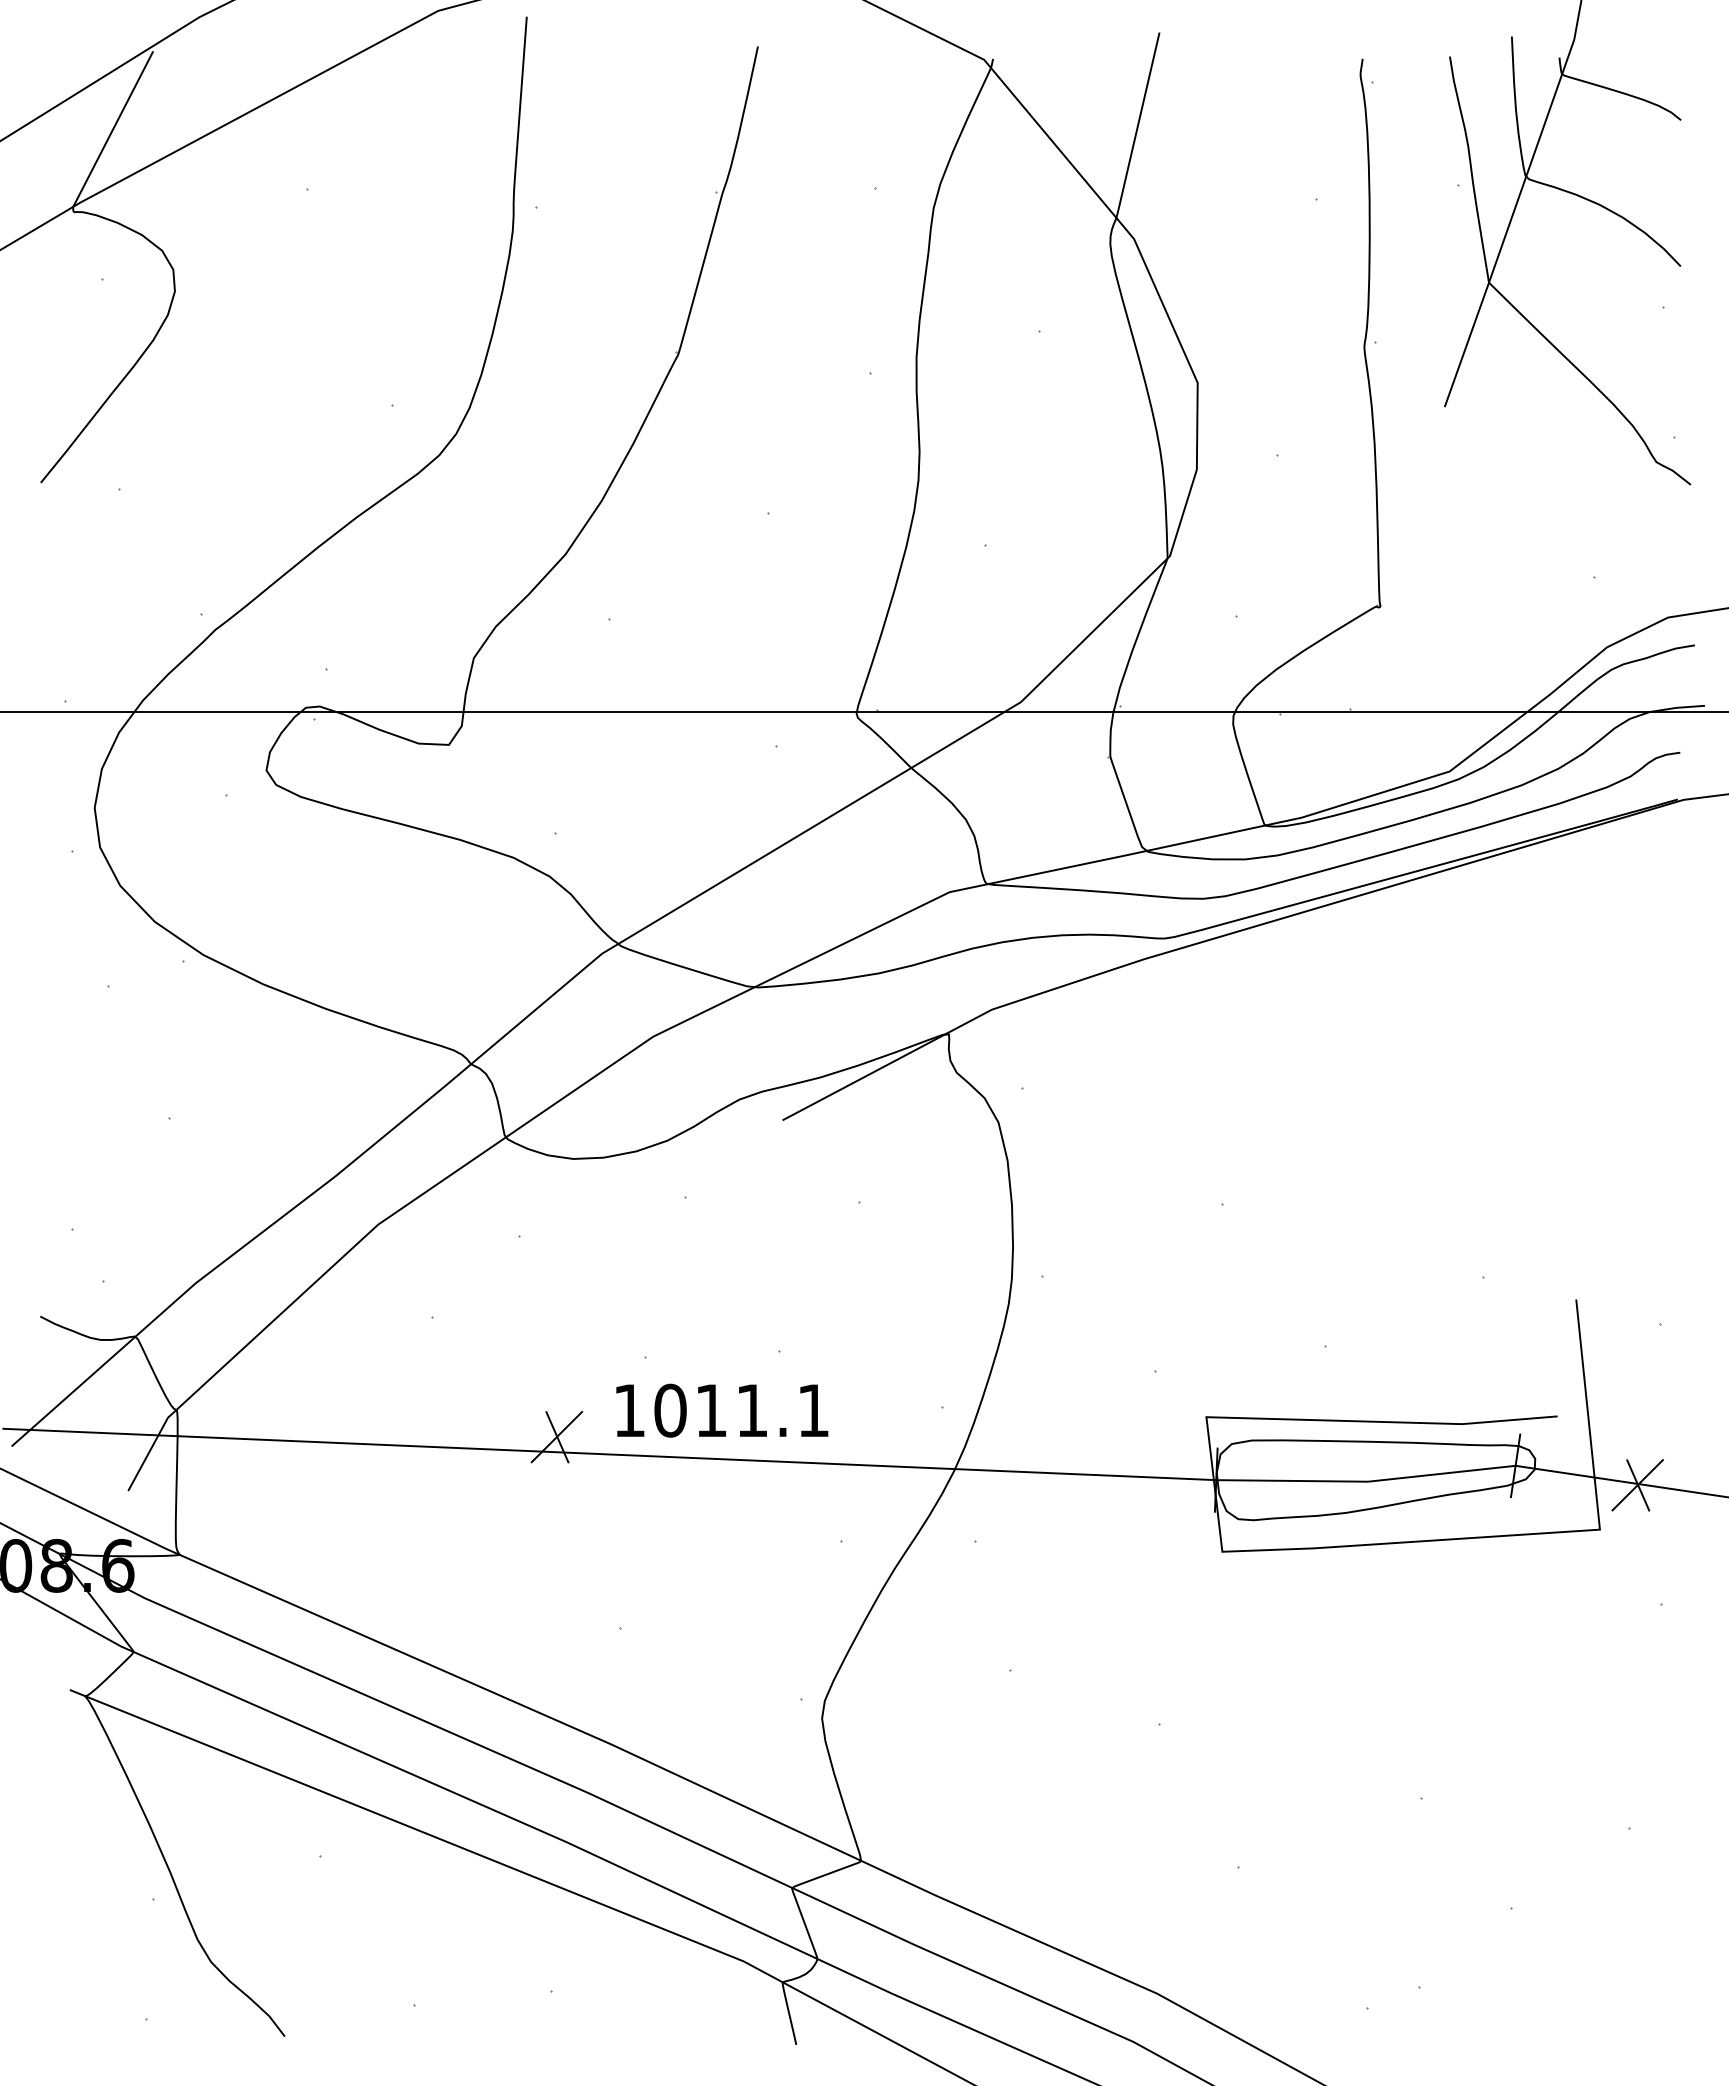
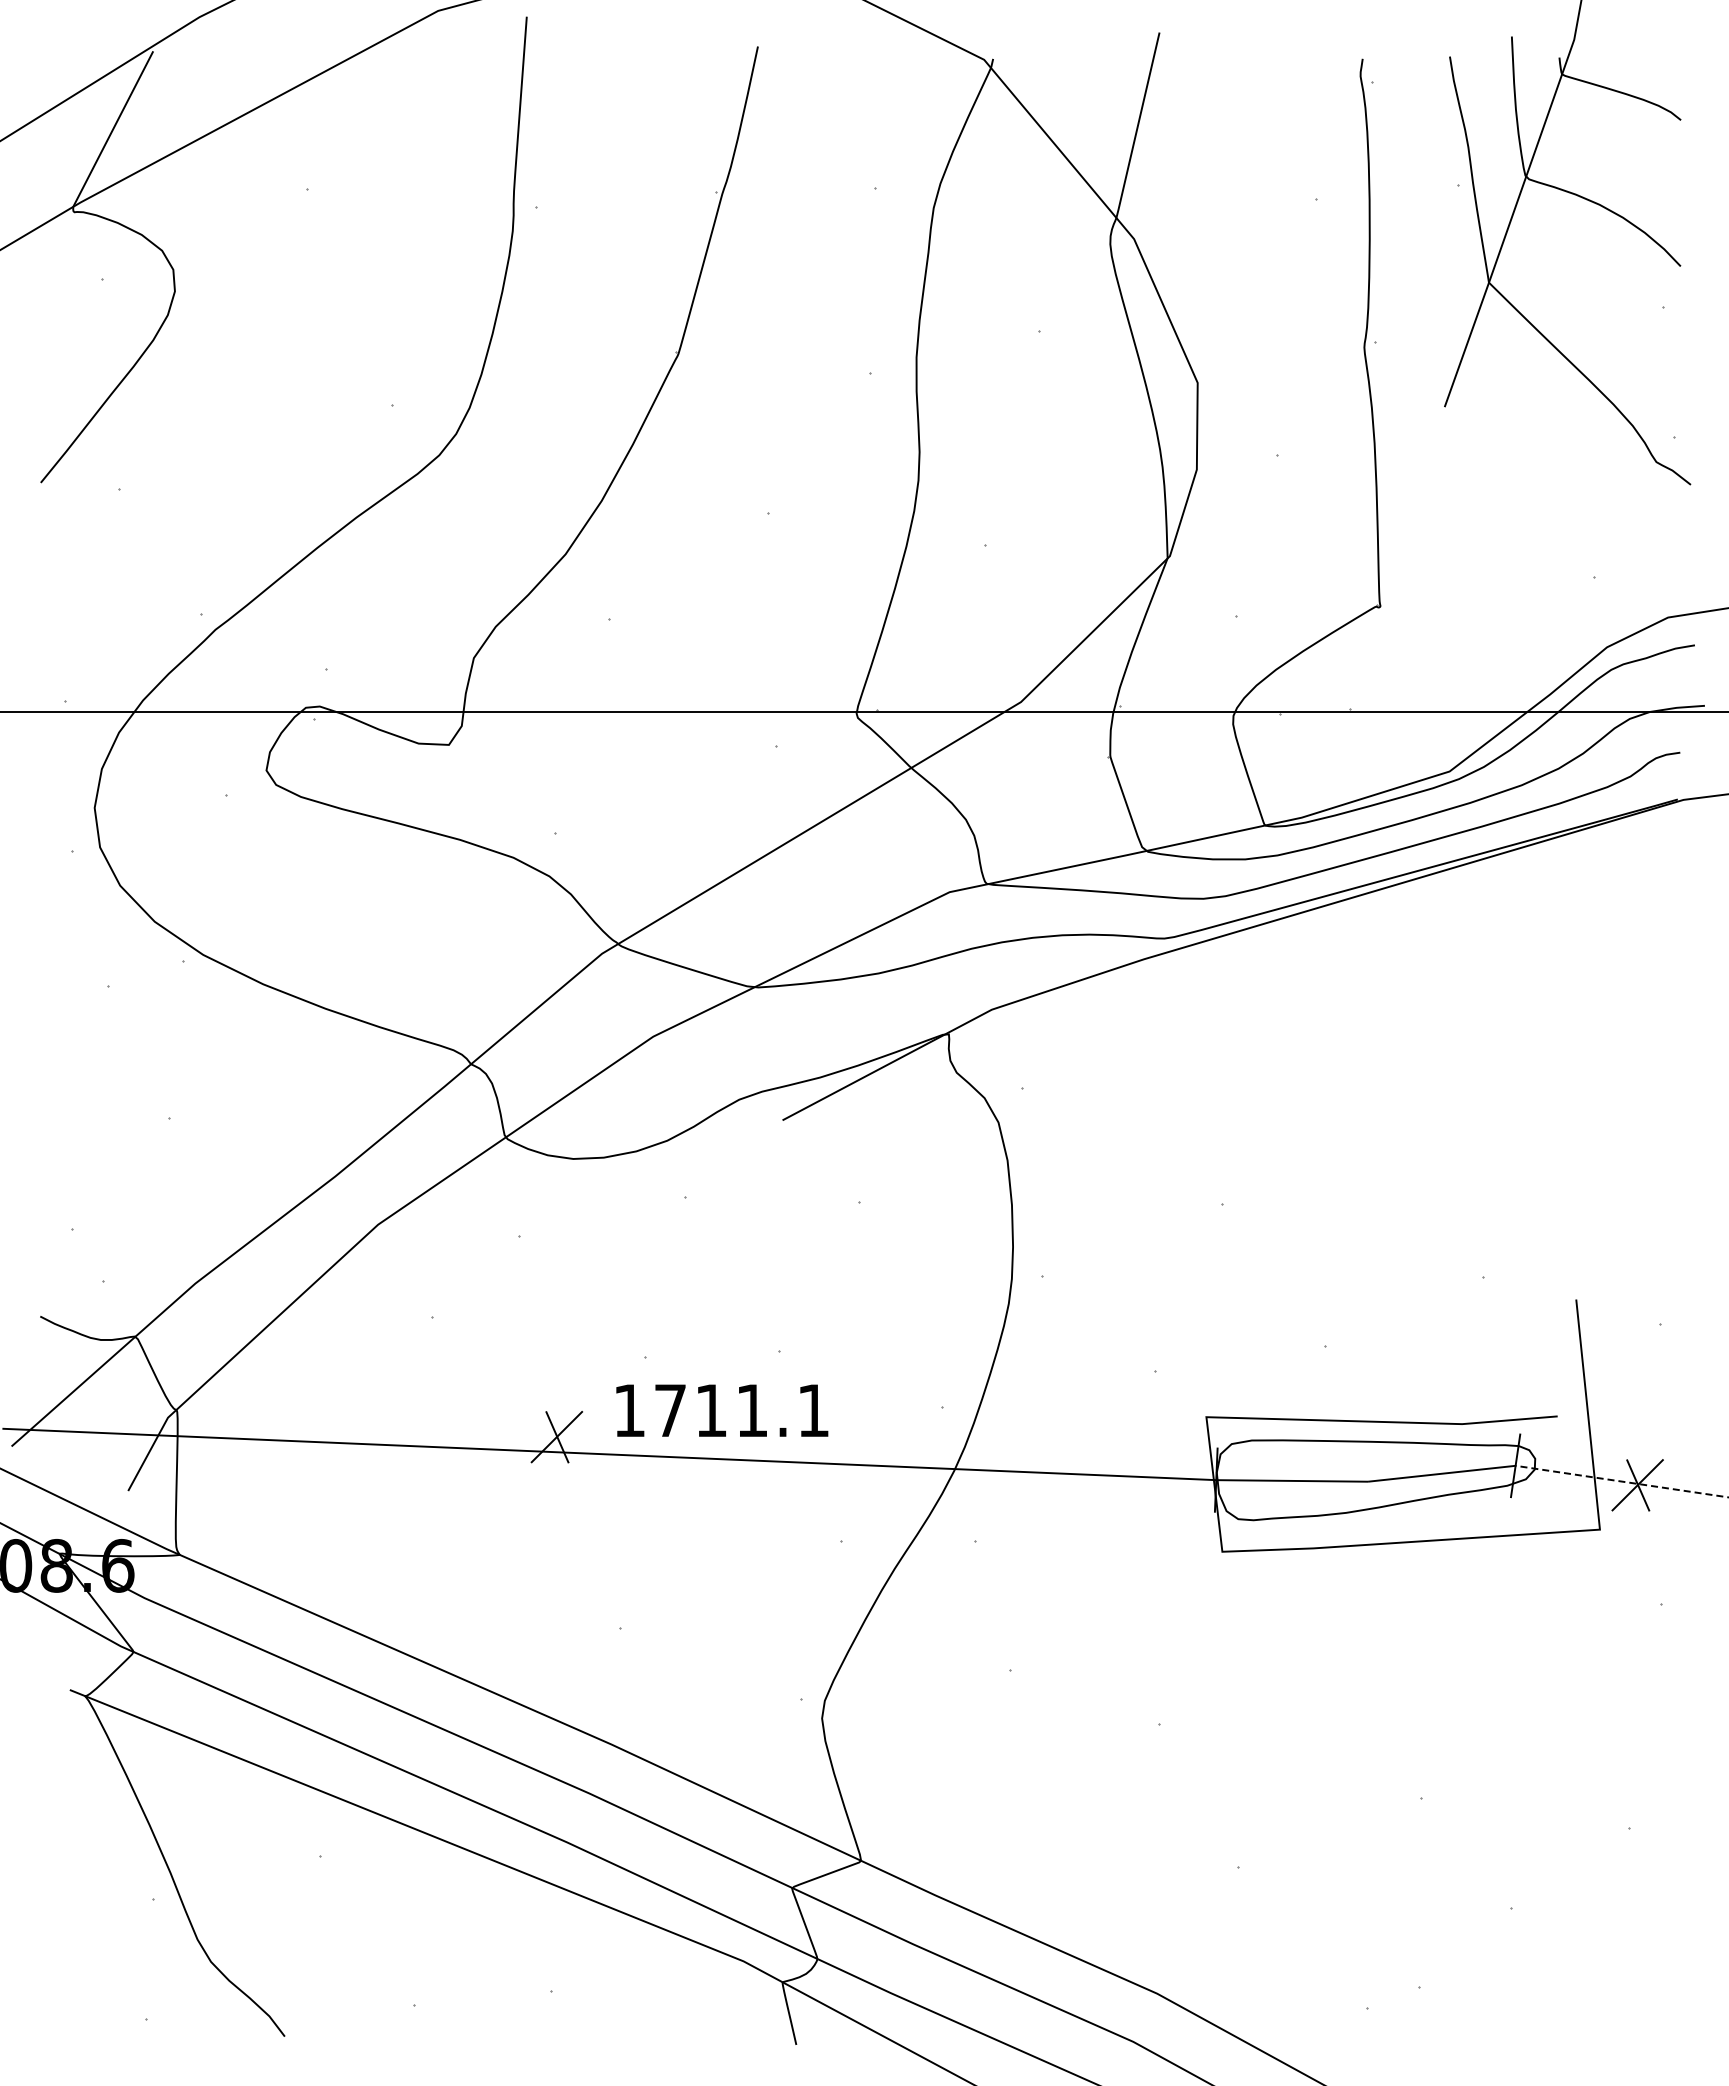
text at (670, 1410): 1011.1 -> 1711.1
line at (1621, 1481): solid -> dashed
